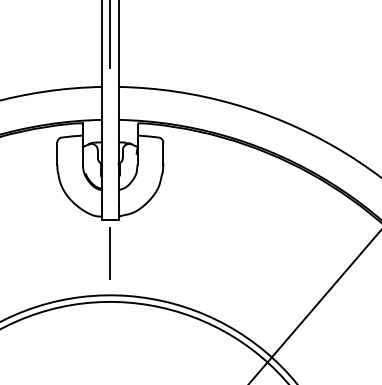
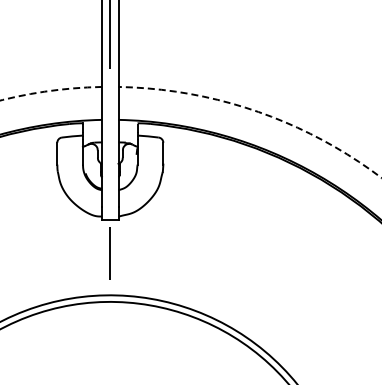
arc at (49, 91): solid -> dashed
arc at (258, 111): solid -> dashed
line at (314, 306): present -> none
